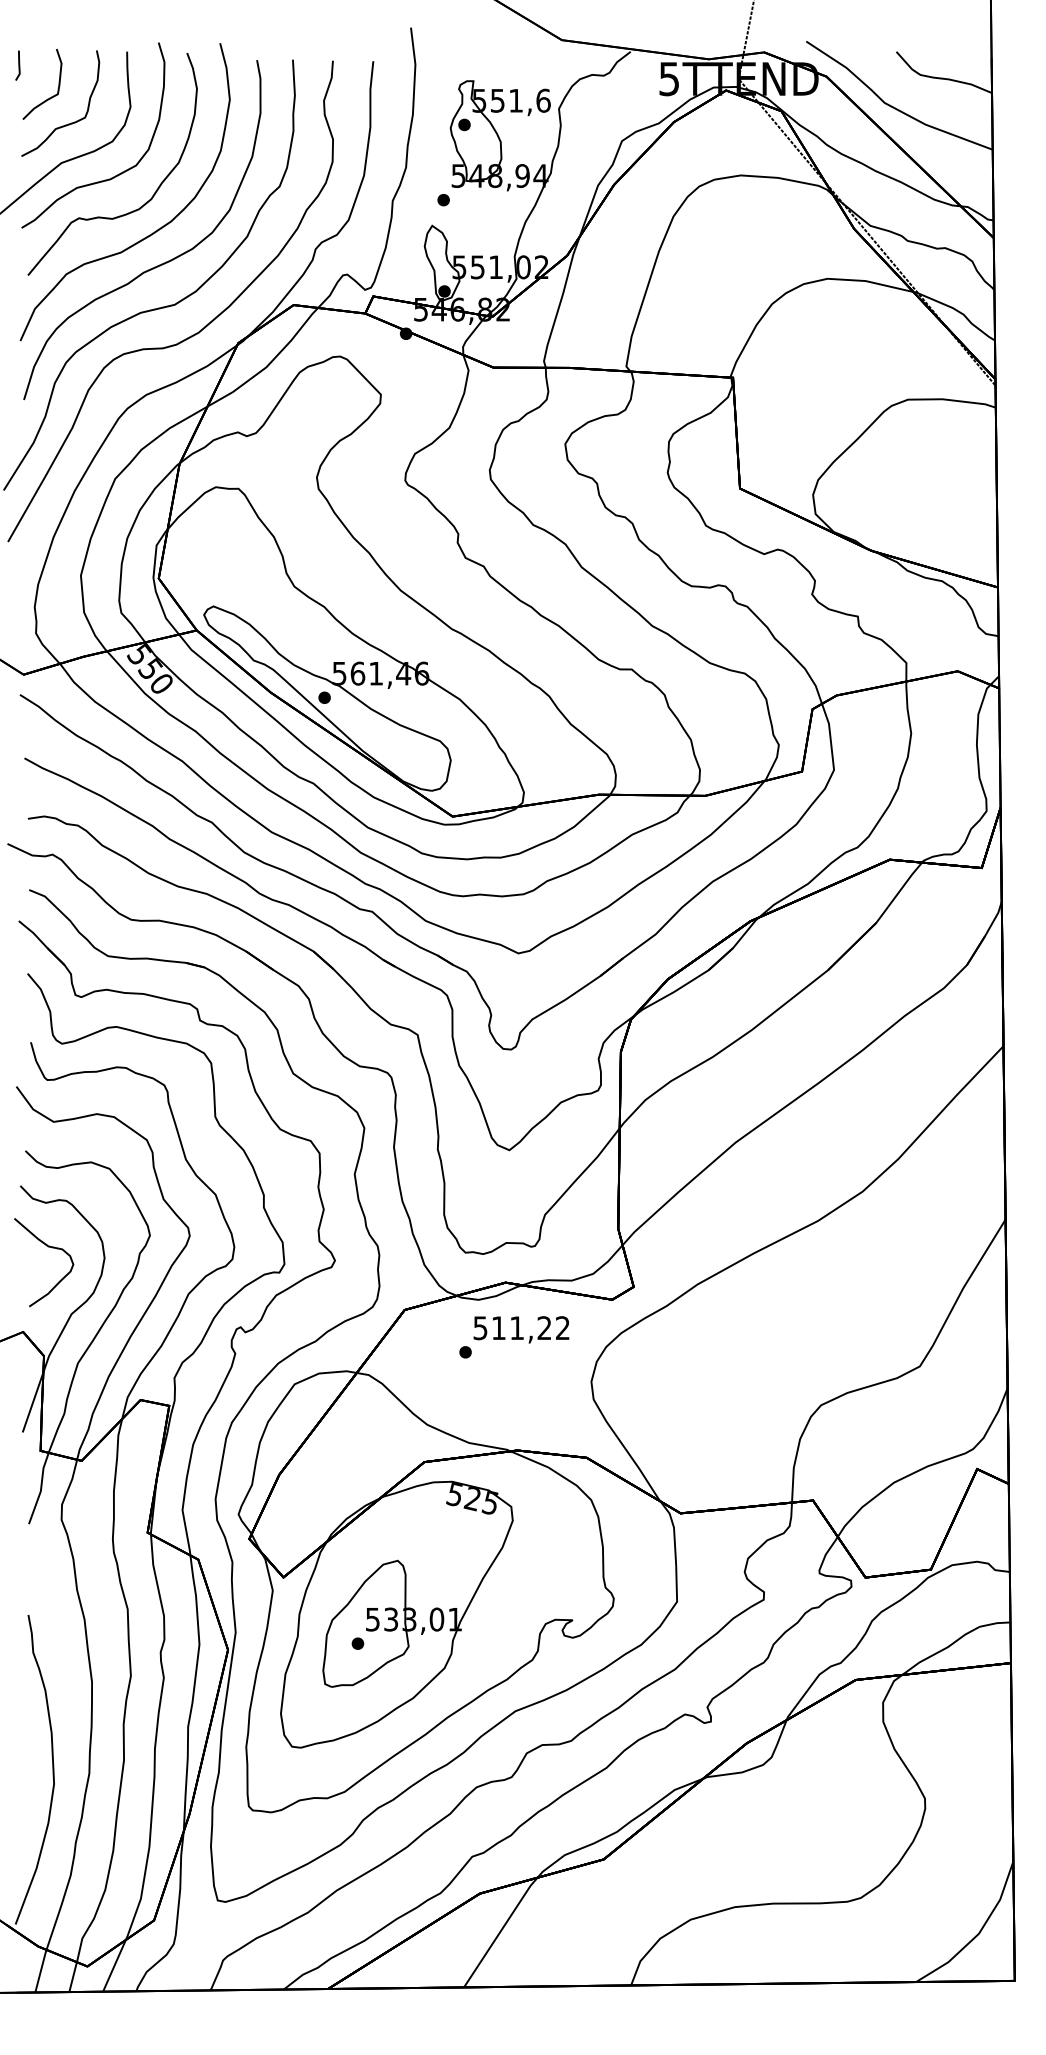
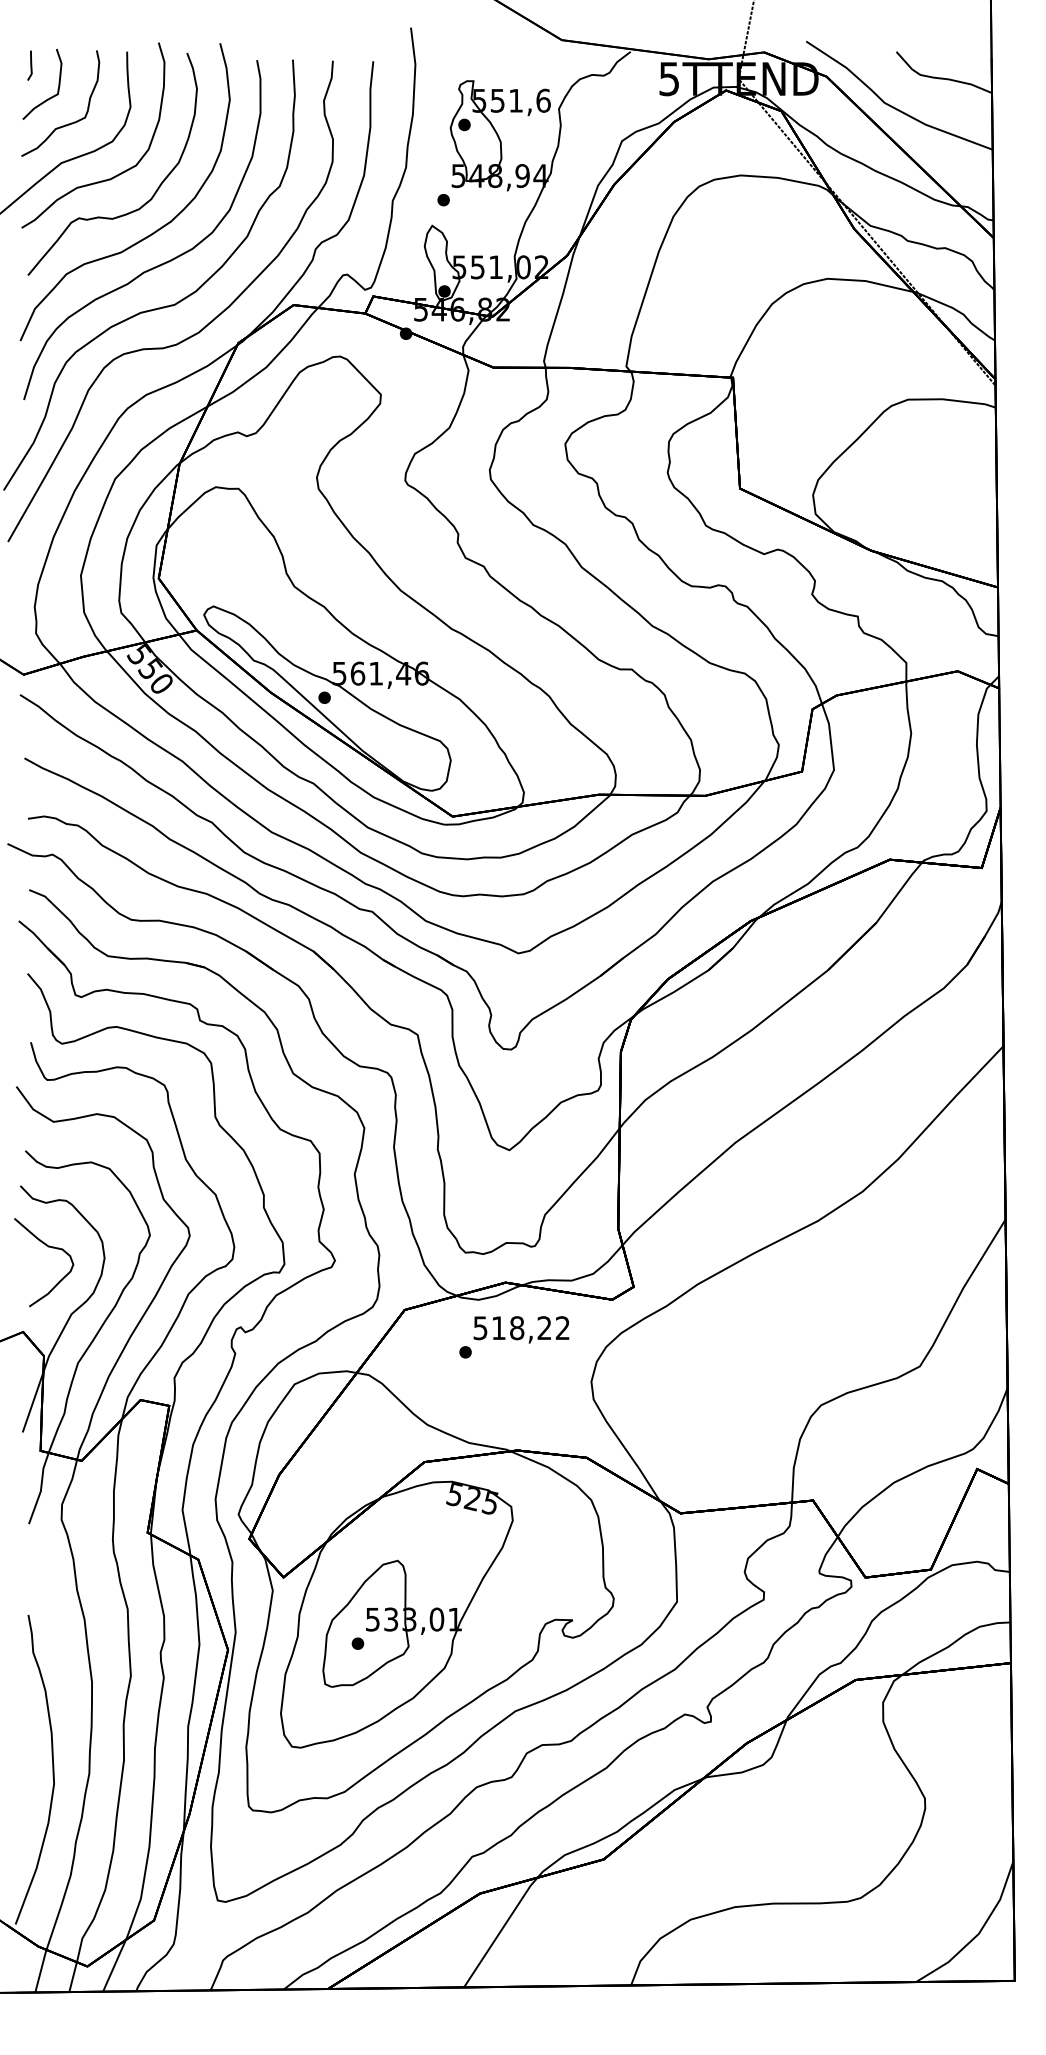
part at (17, 65) position: (17, 65) -> (29, 65)
text at (517, 1328): 511,22 -> 518,22
